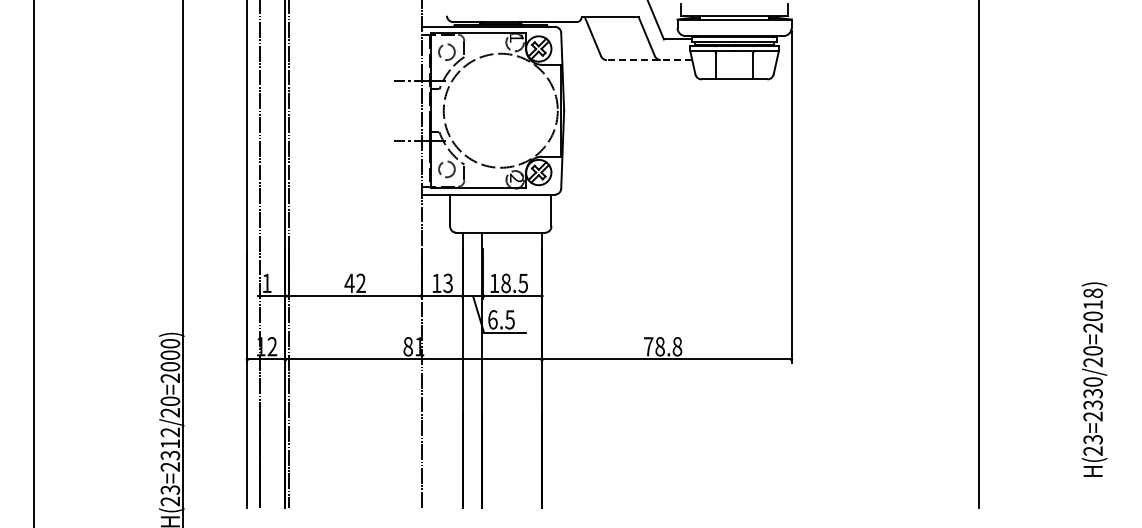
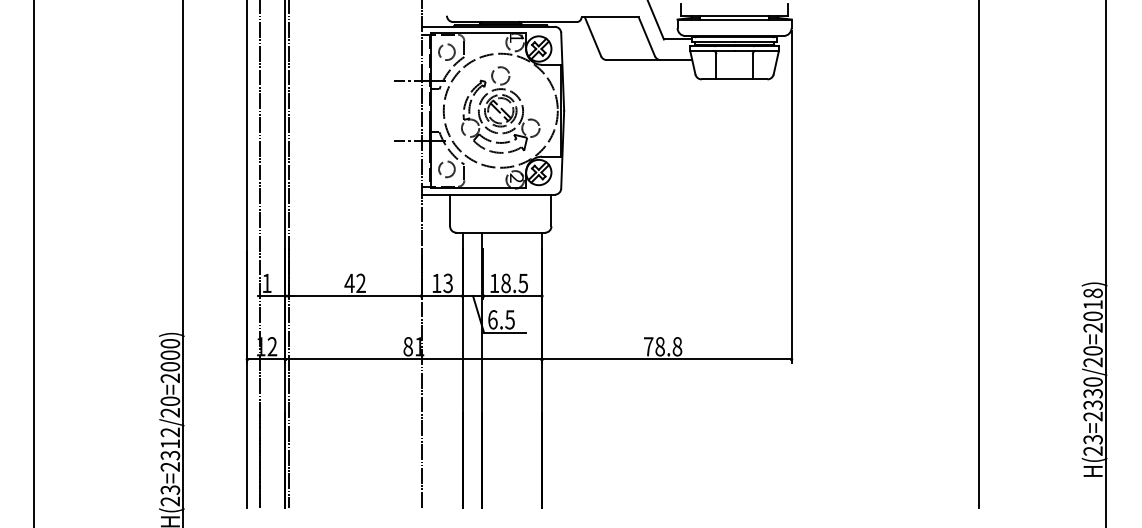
line at (649, 60): dashed -> solid
part at (500, 109): none -> present
line at (1105, 263): none -> present
